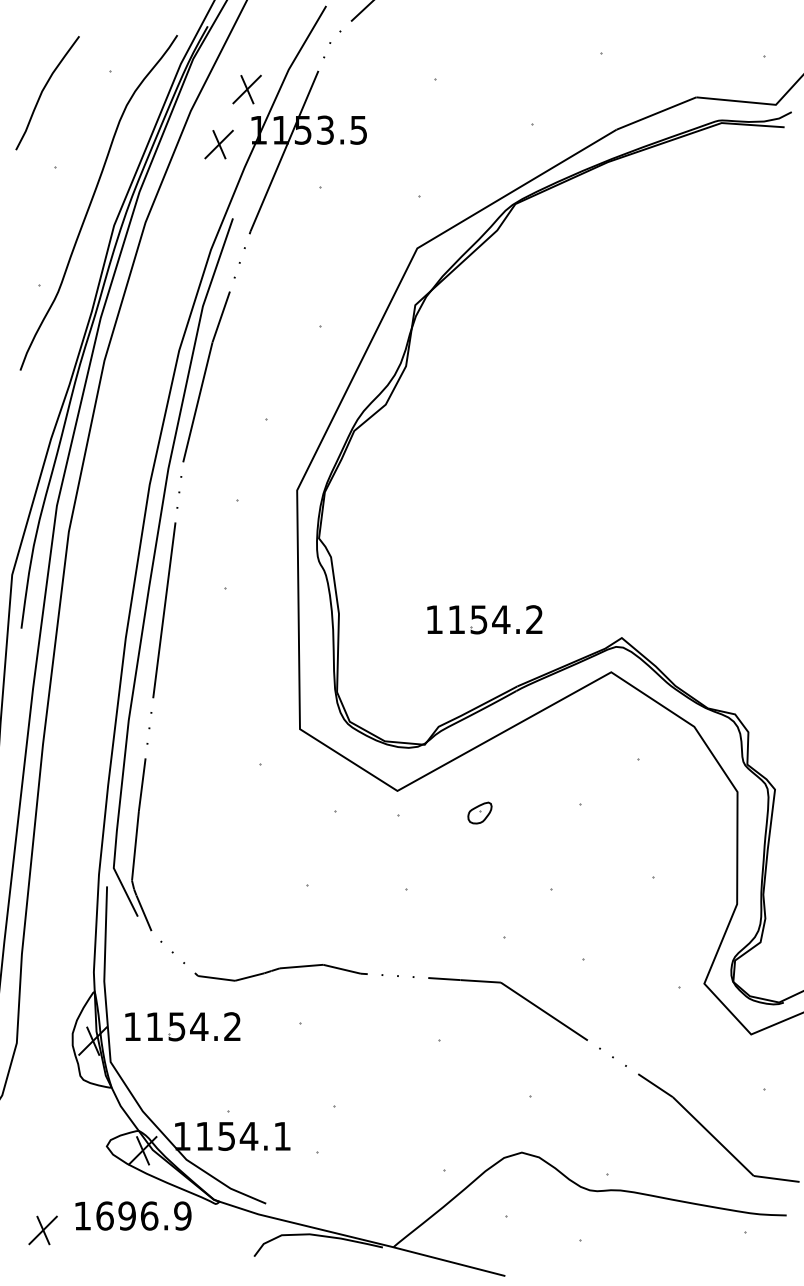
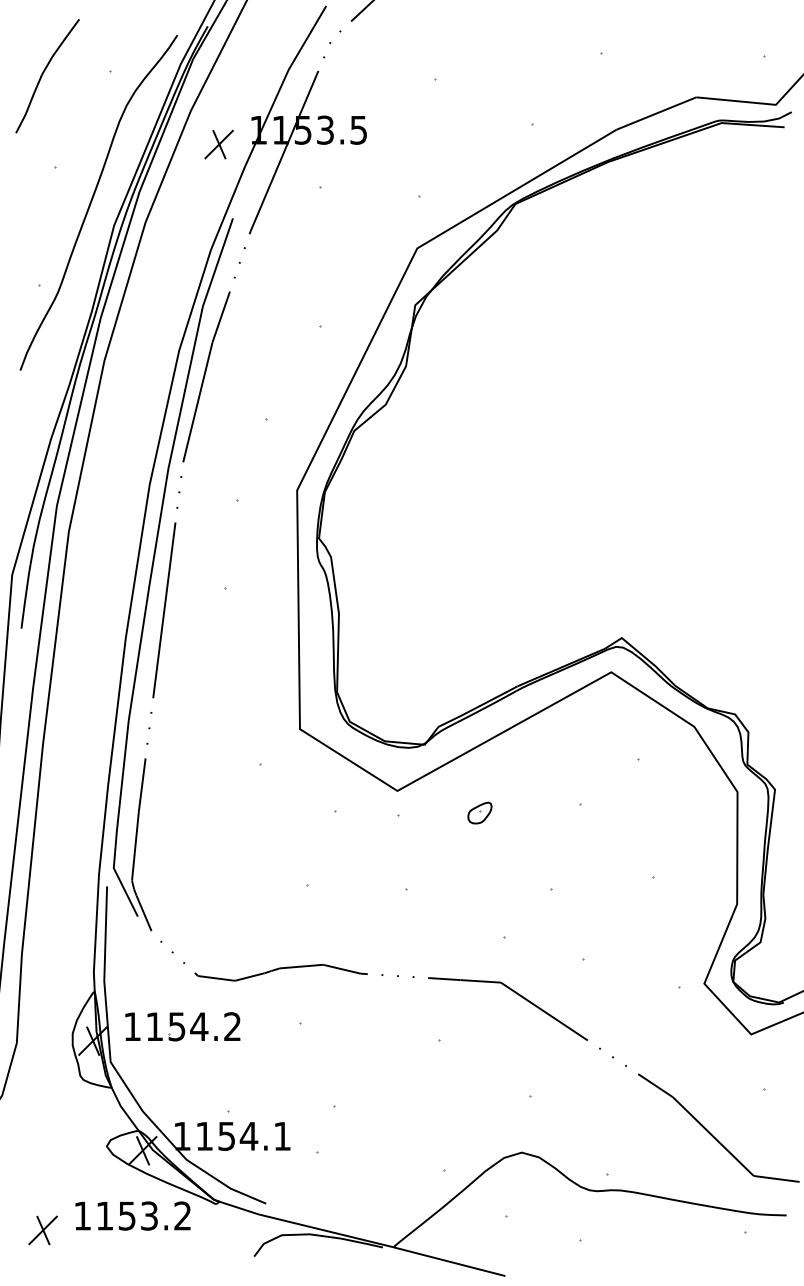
part at (246, 89): present -> none
curve at (43, 91) position: (43, 91) -> (43, 74)
part at (484, 619): present -> none
text at (143, 1215): 1696.9 -> 1153.2
